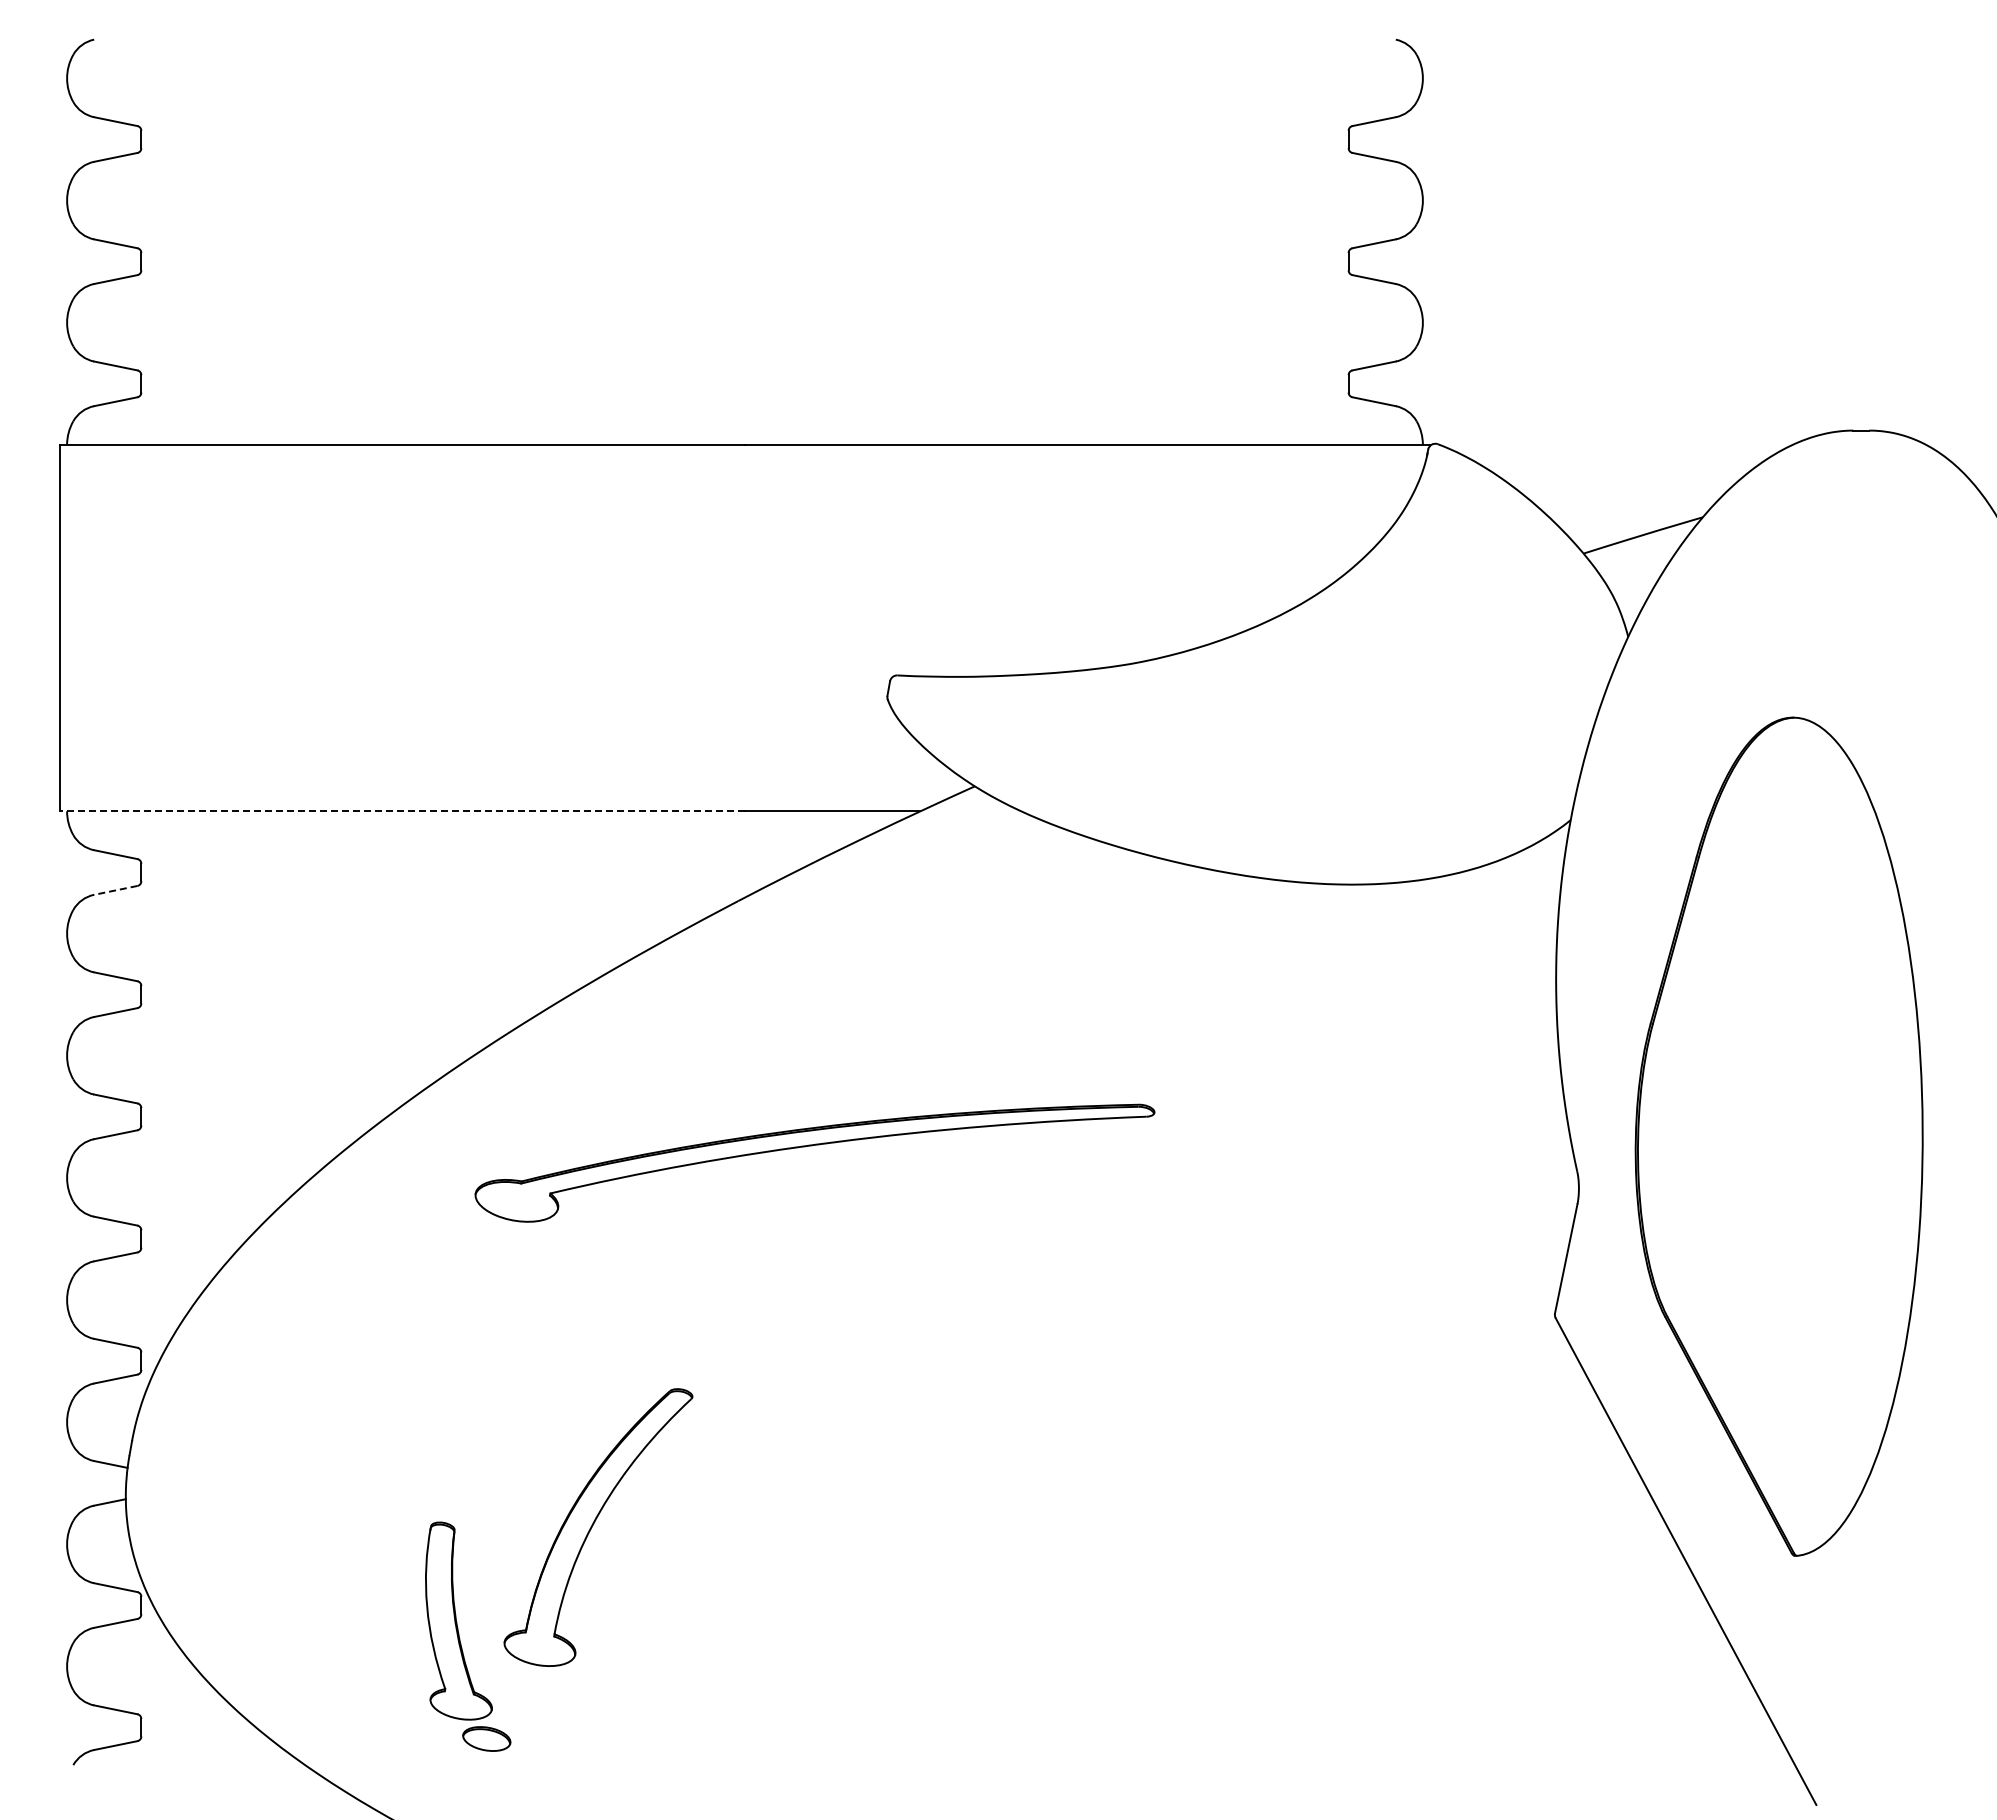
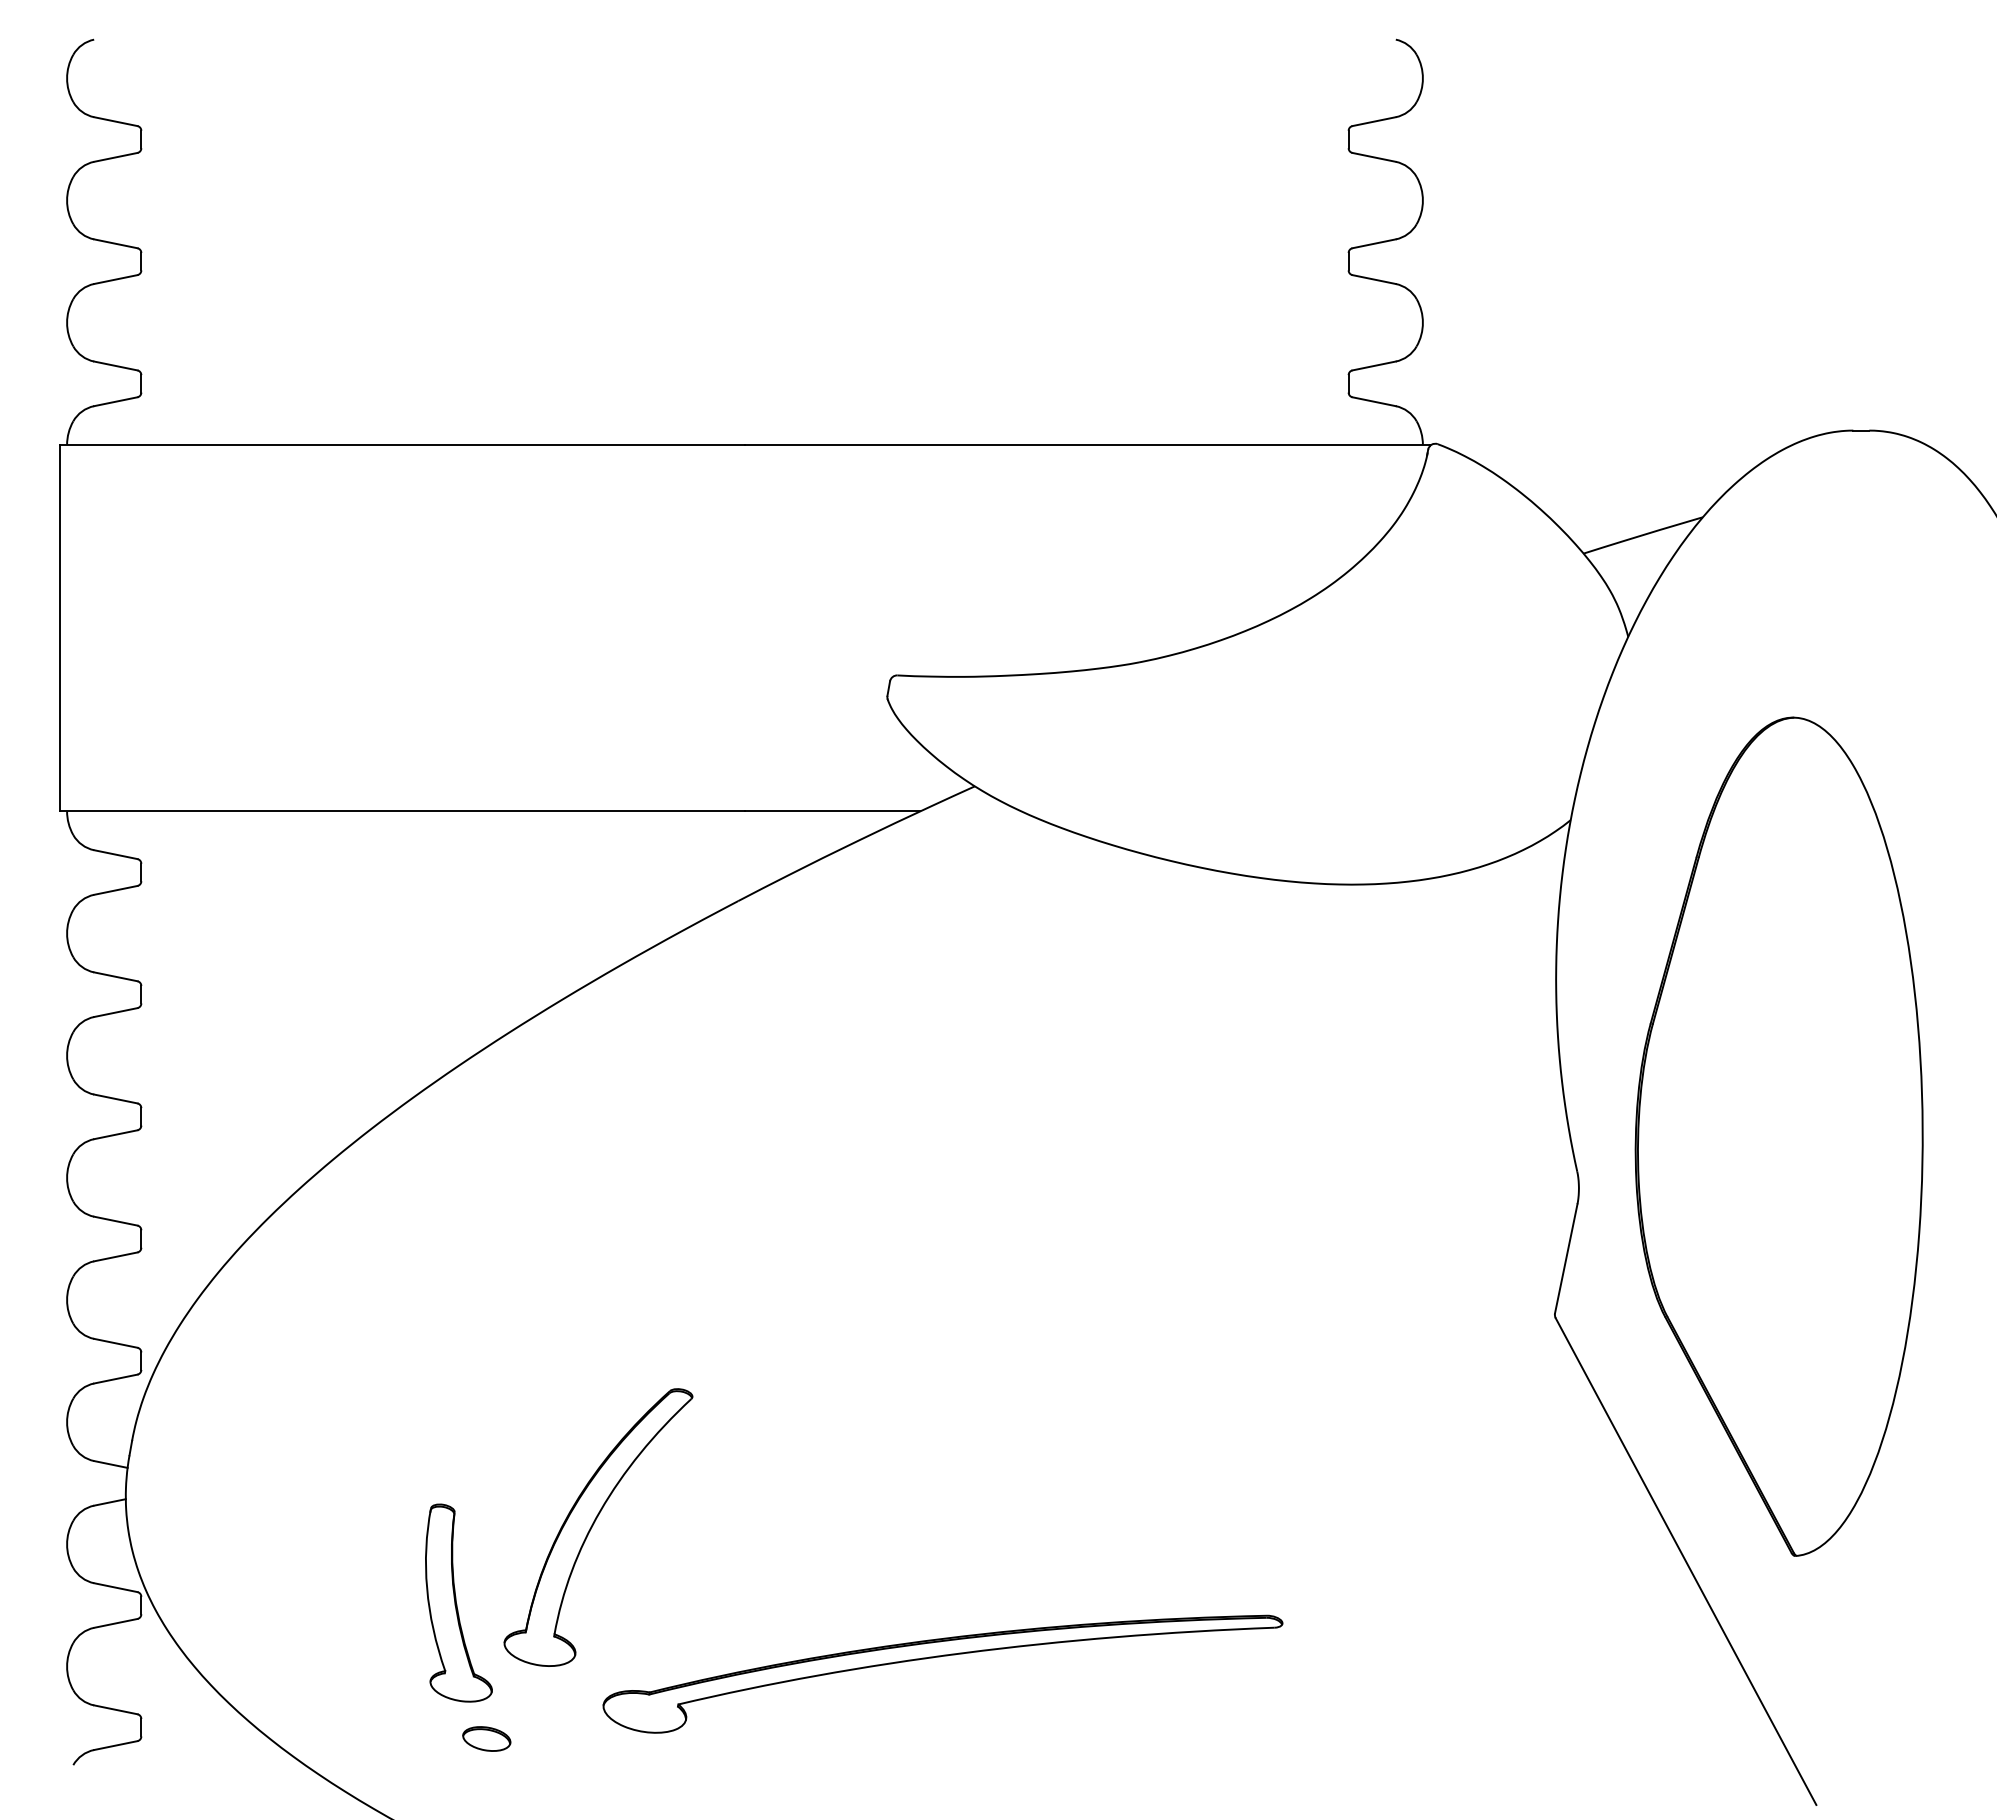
line at (402, 811): dashed -> solid
line at (115, 890): dashed -> solid
part at (812, 1146) position: (812, 1146) -> (940, 1657)
part at (458, 1620) position: (458, 1620) -> (458, 1602)
